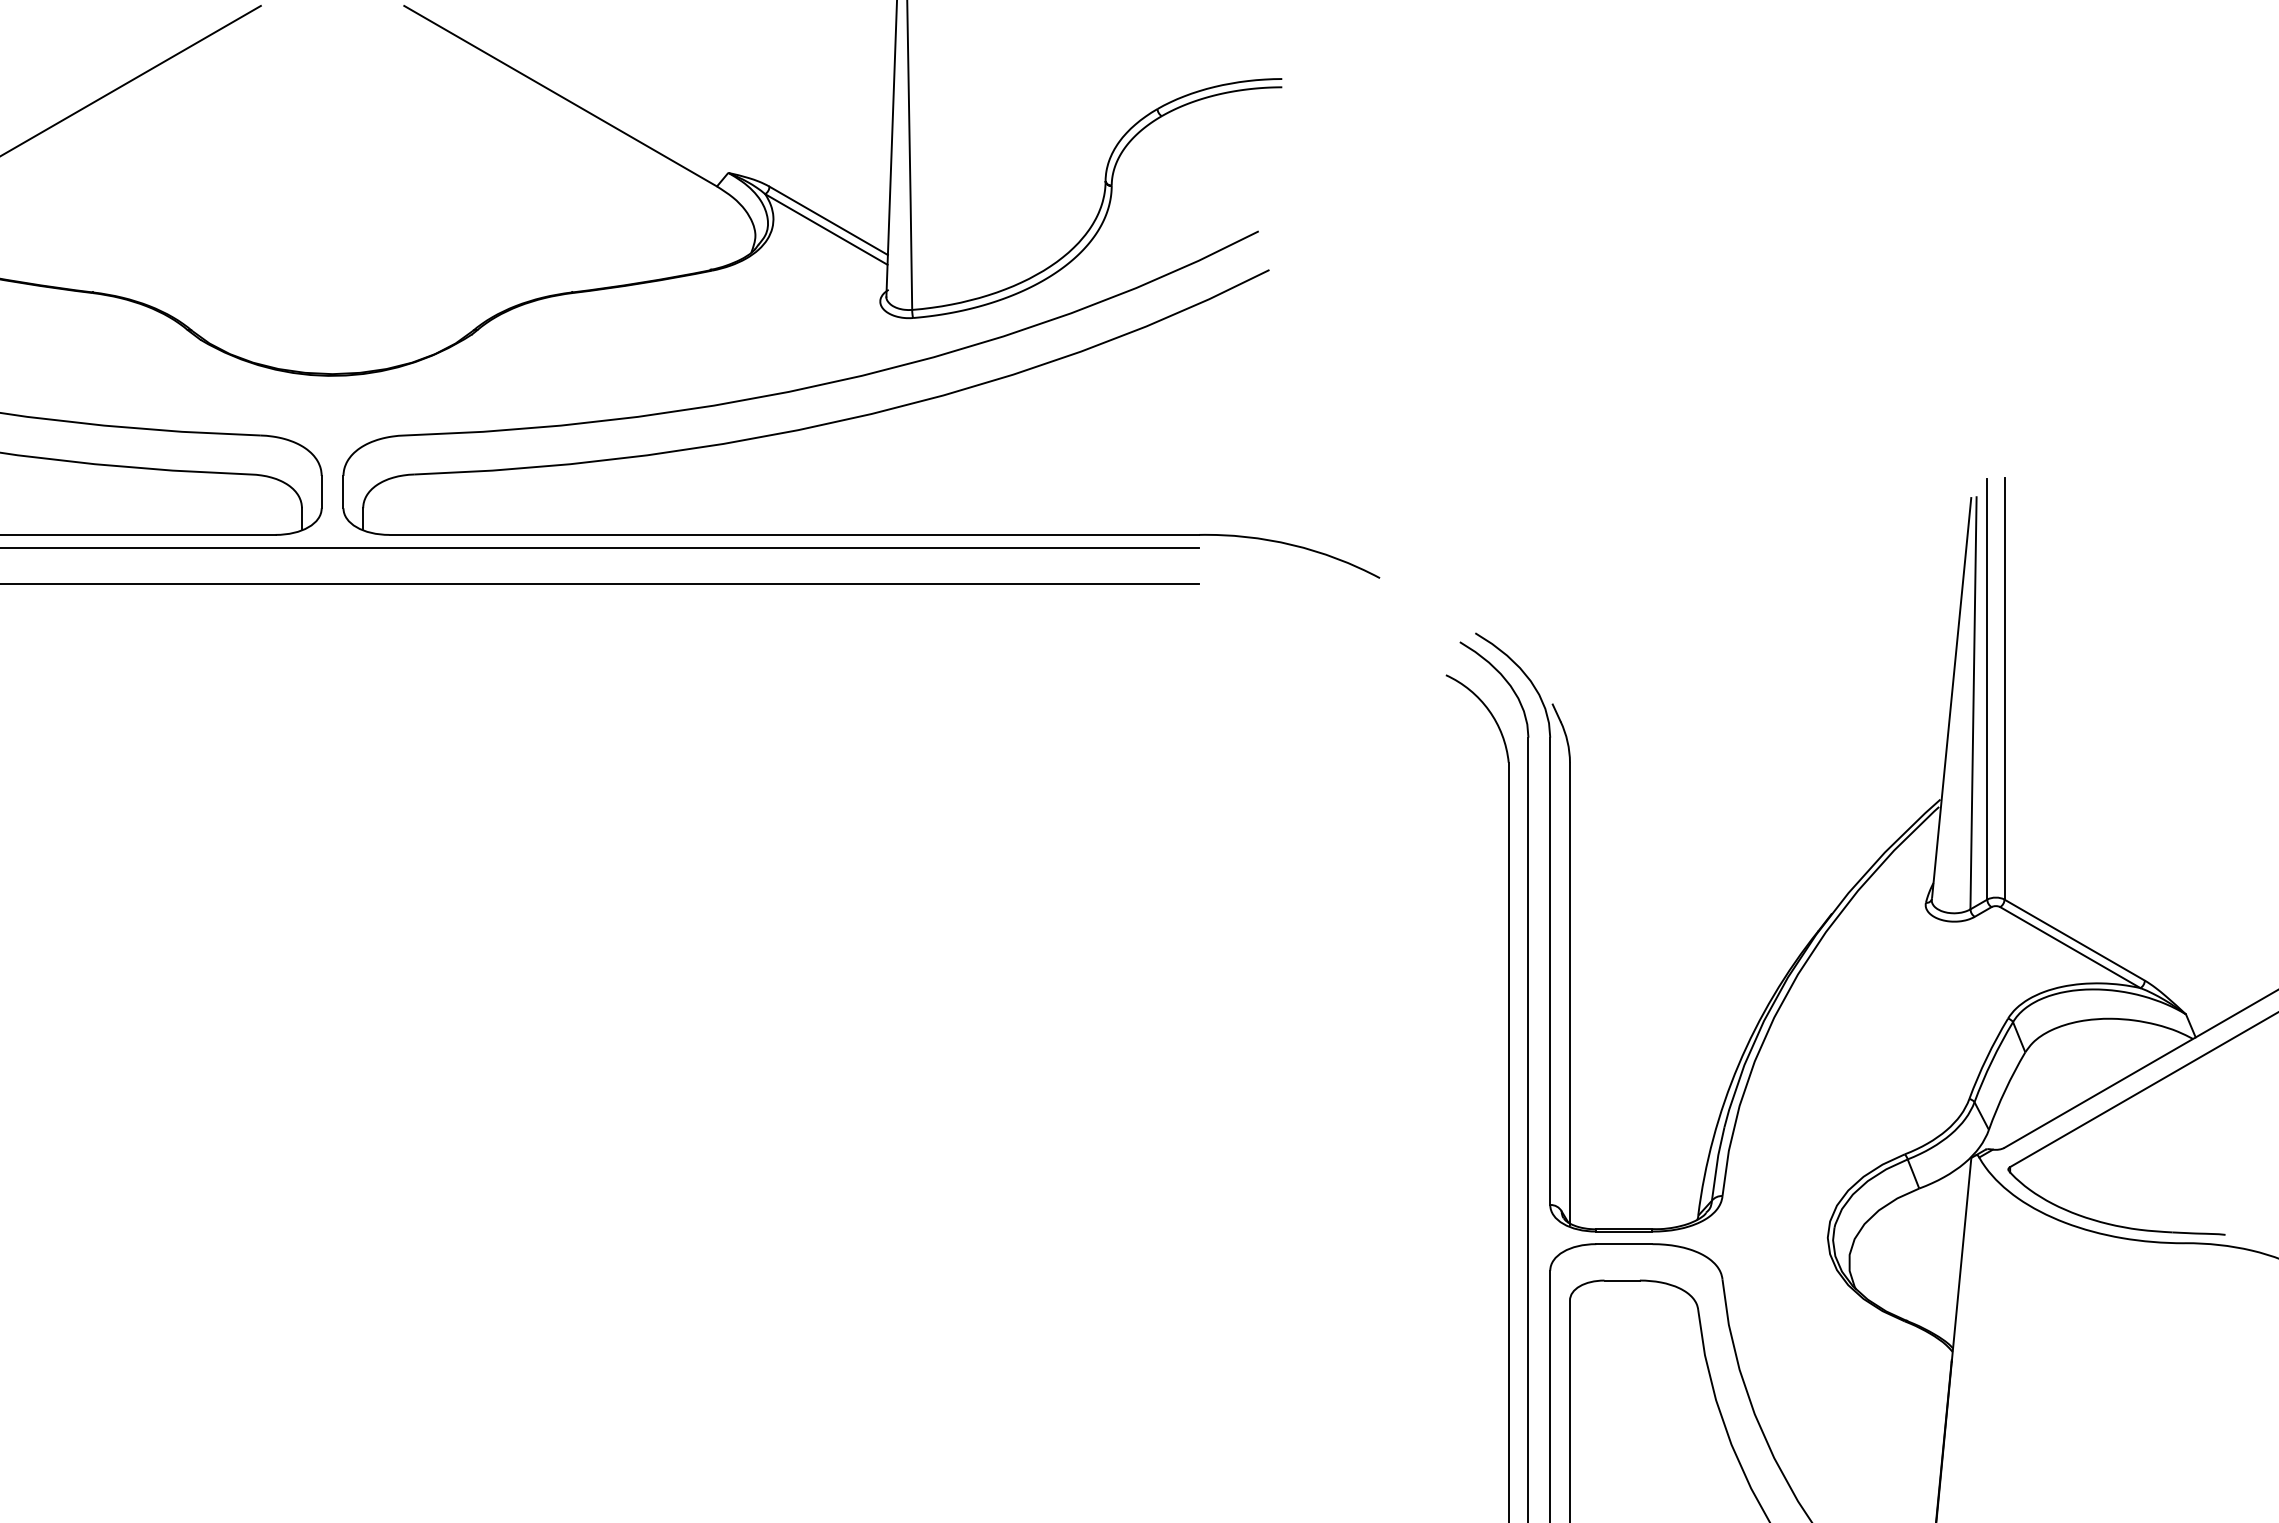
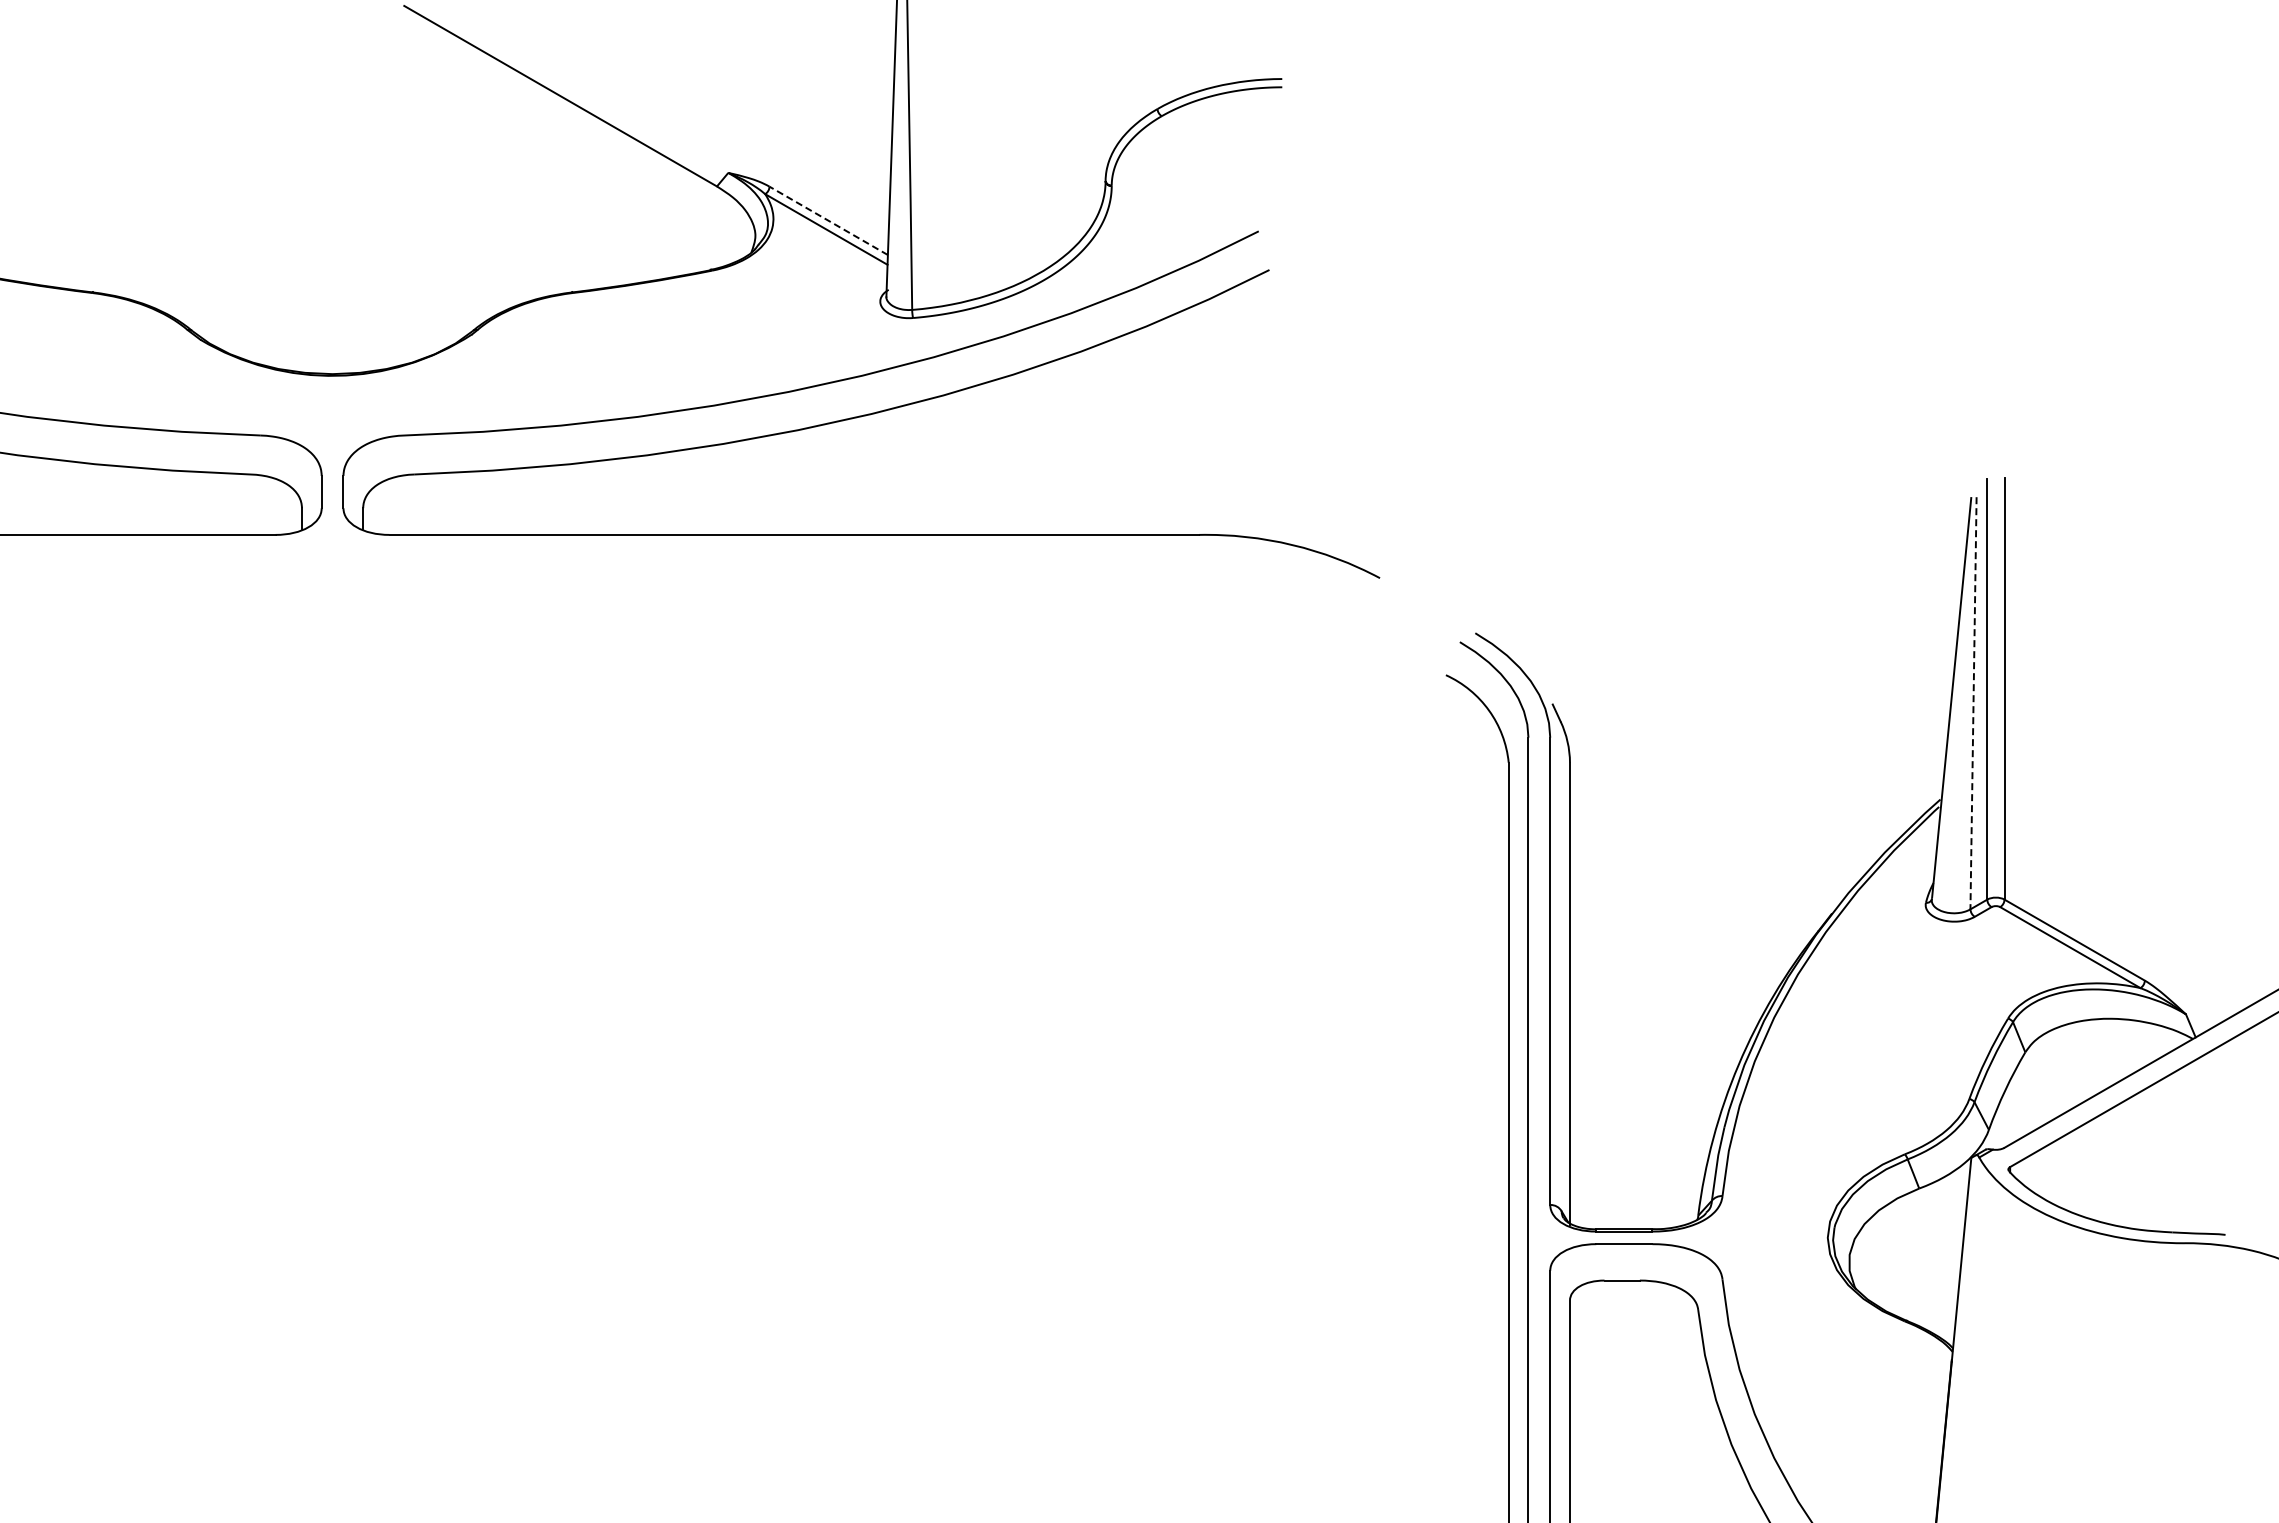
line at (131, 79): present -> none
line at (828, 220): solid -> dashed
line at (600, 547): present -> none
line at (600, 583): present -> none
line at (1973, 703): solid -> dashed
